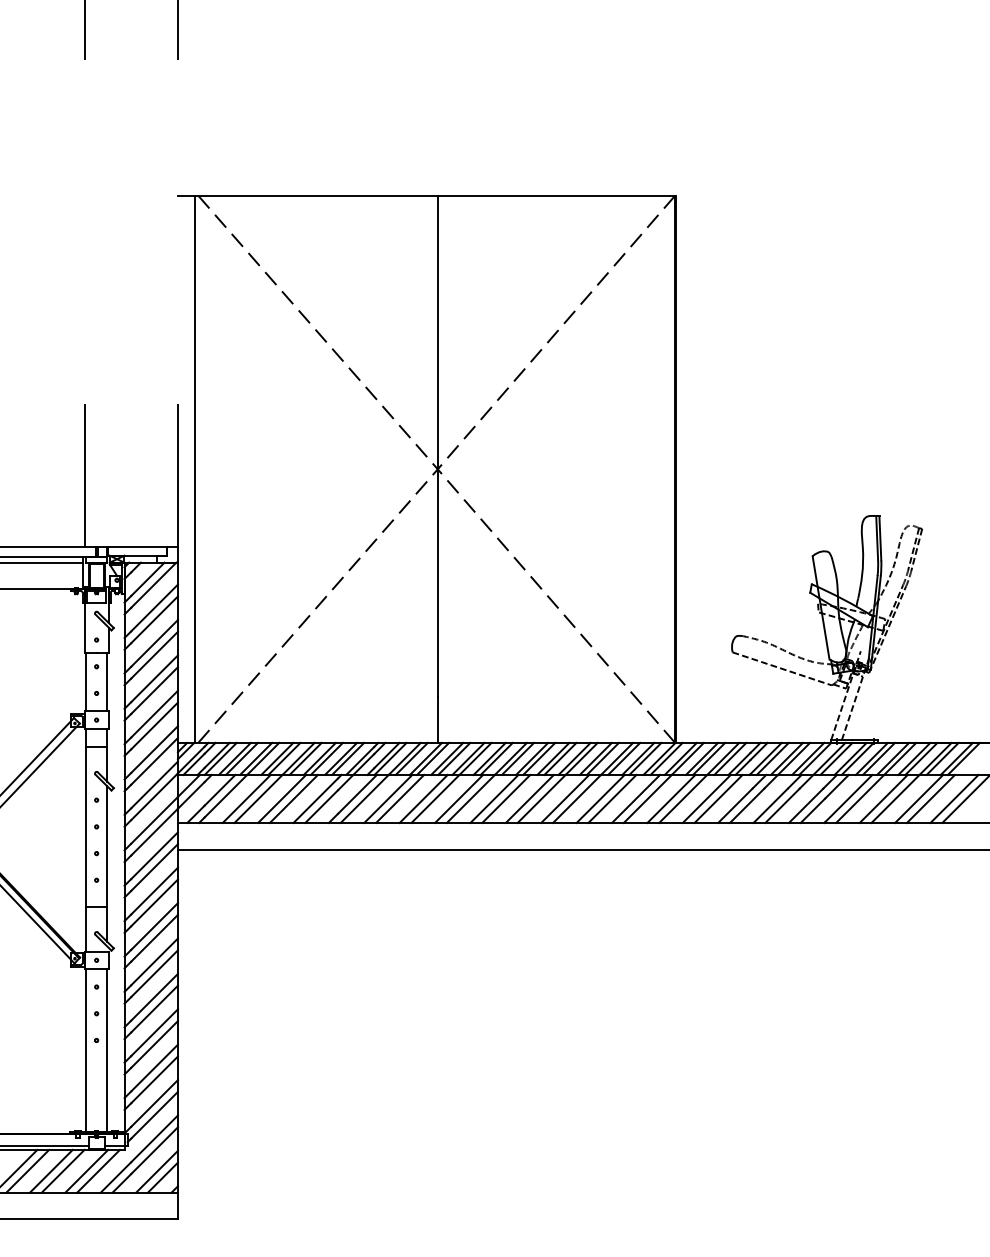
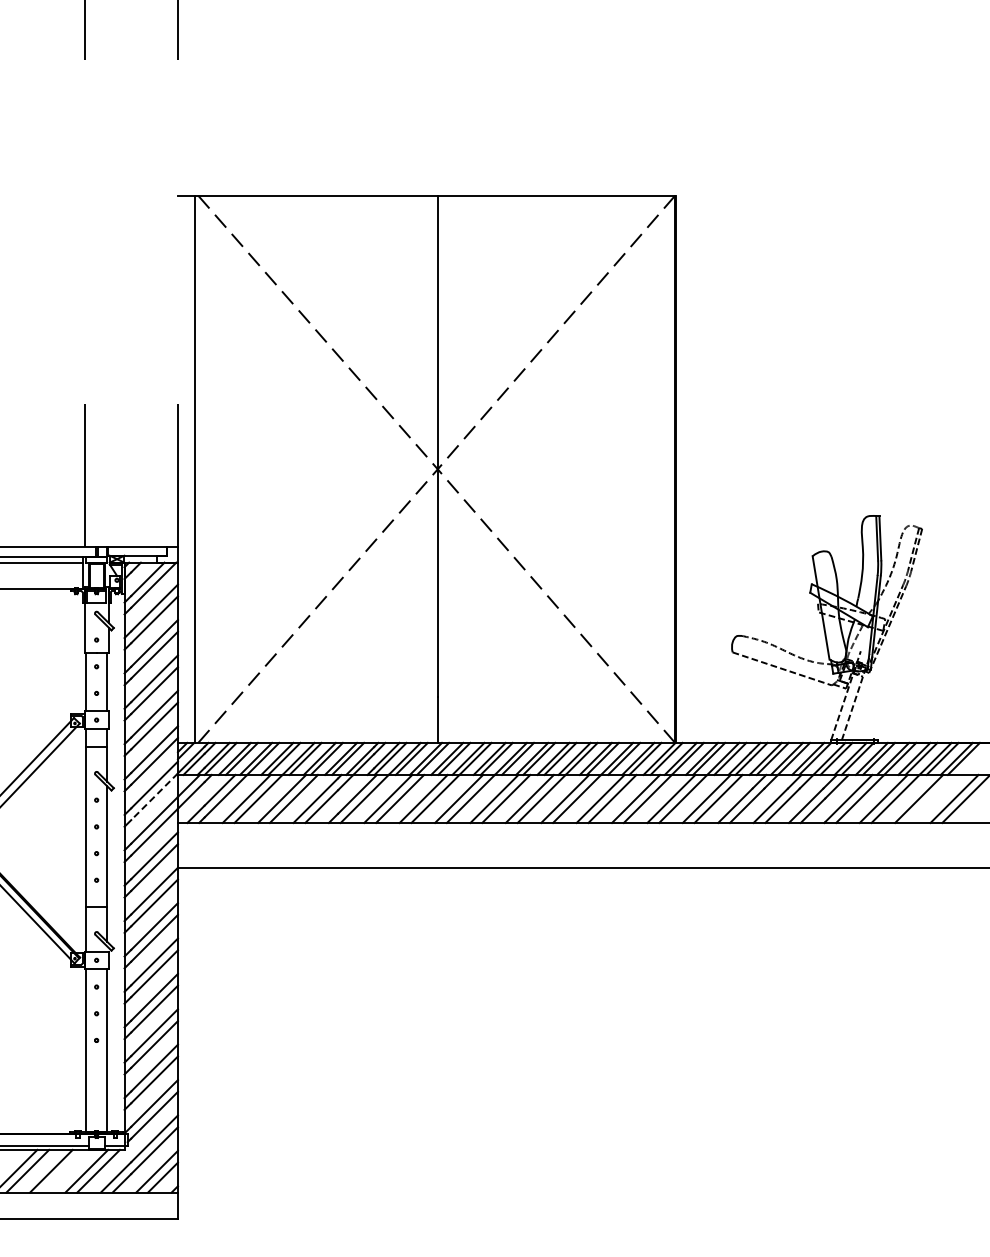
line at (154, 797): solid -> dashed
line at (930, 798): present -> none
line at (581, 849) position: (581, 849) -> (581, 867)
line at (62, 1170): present -> none
